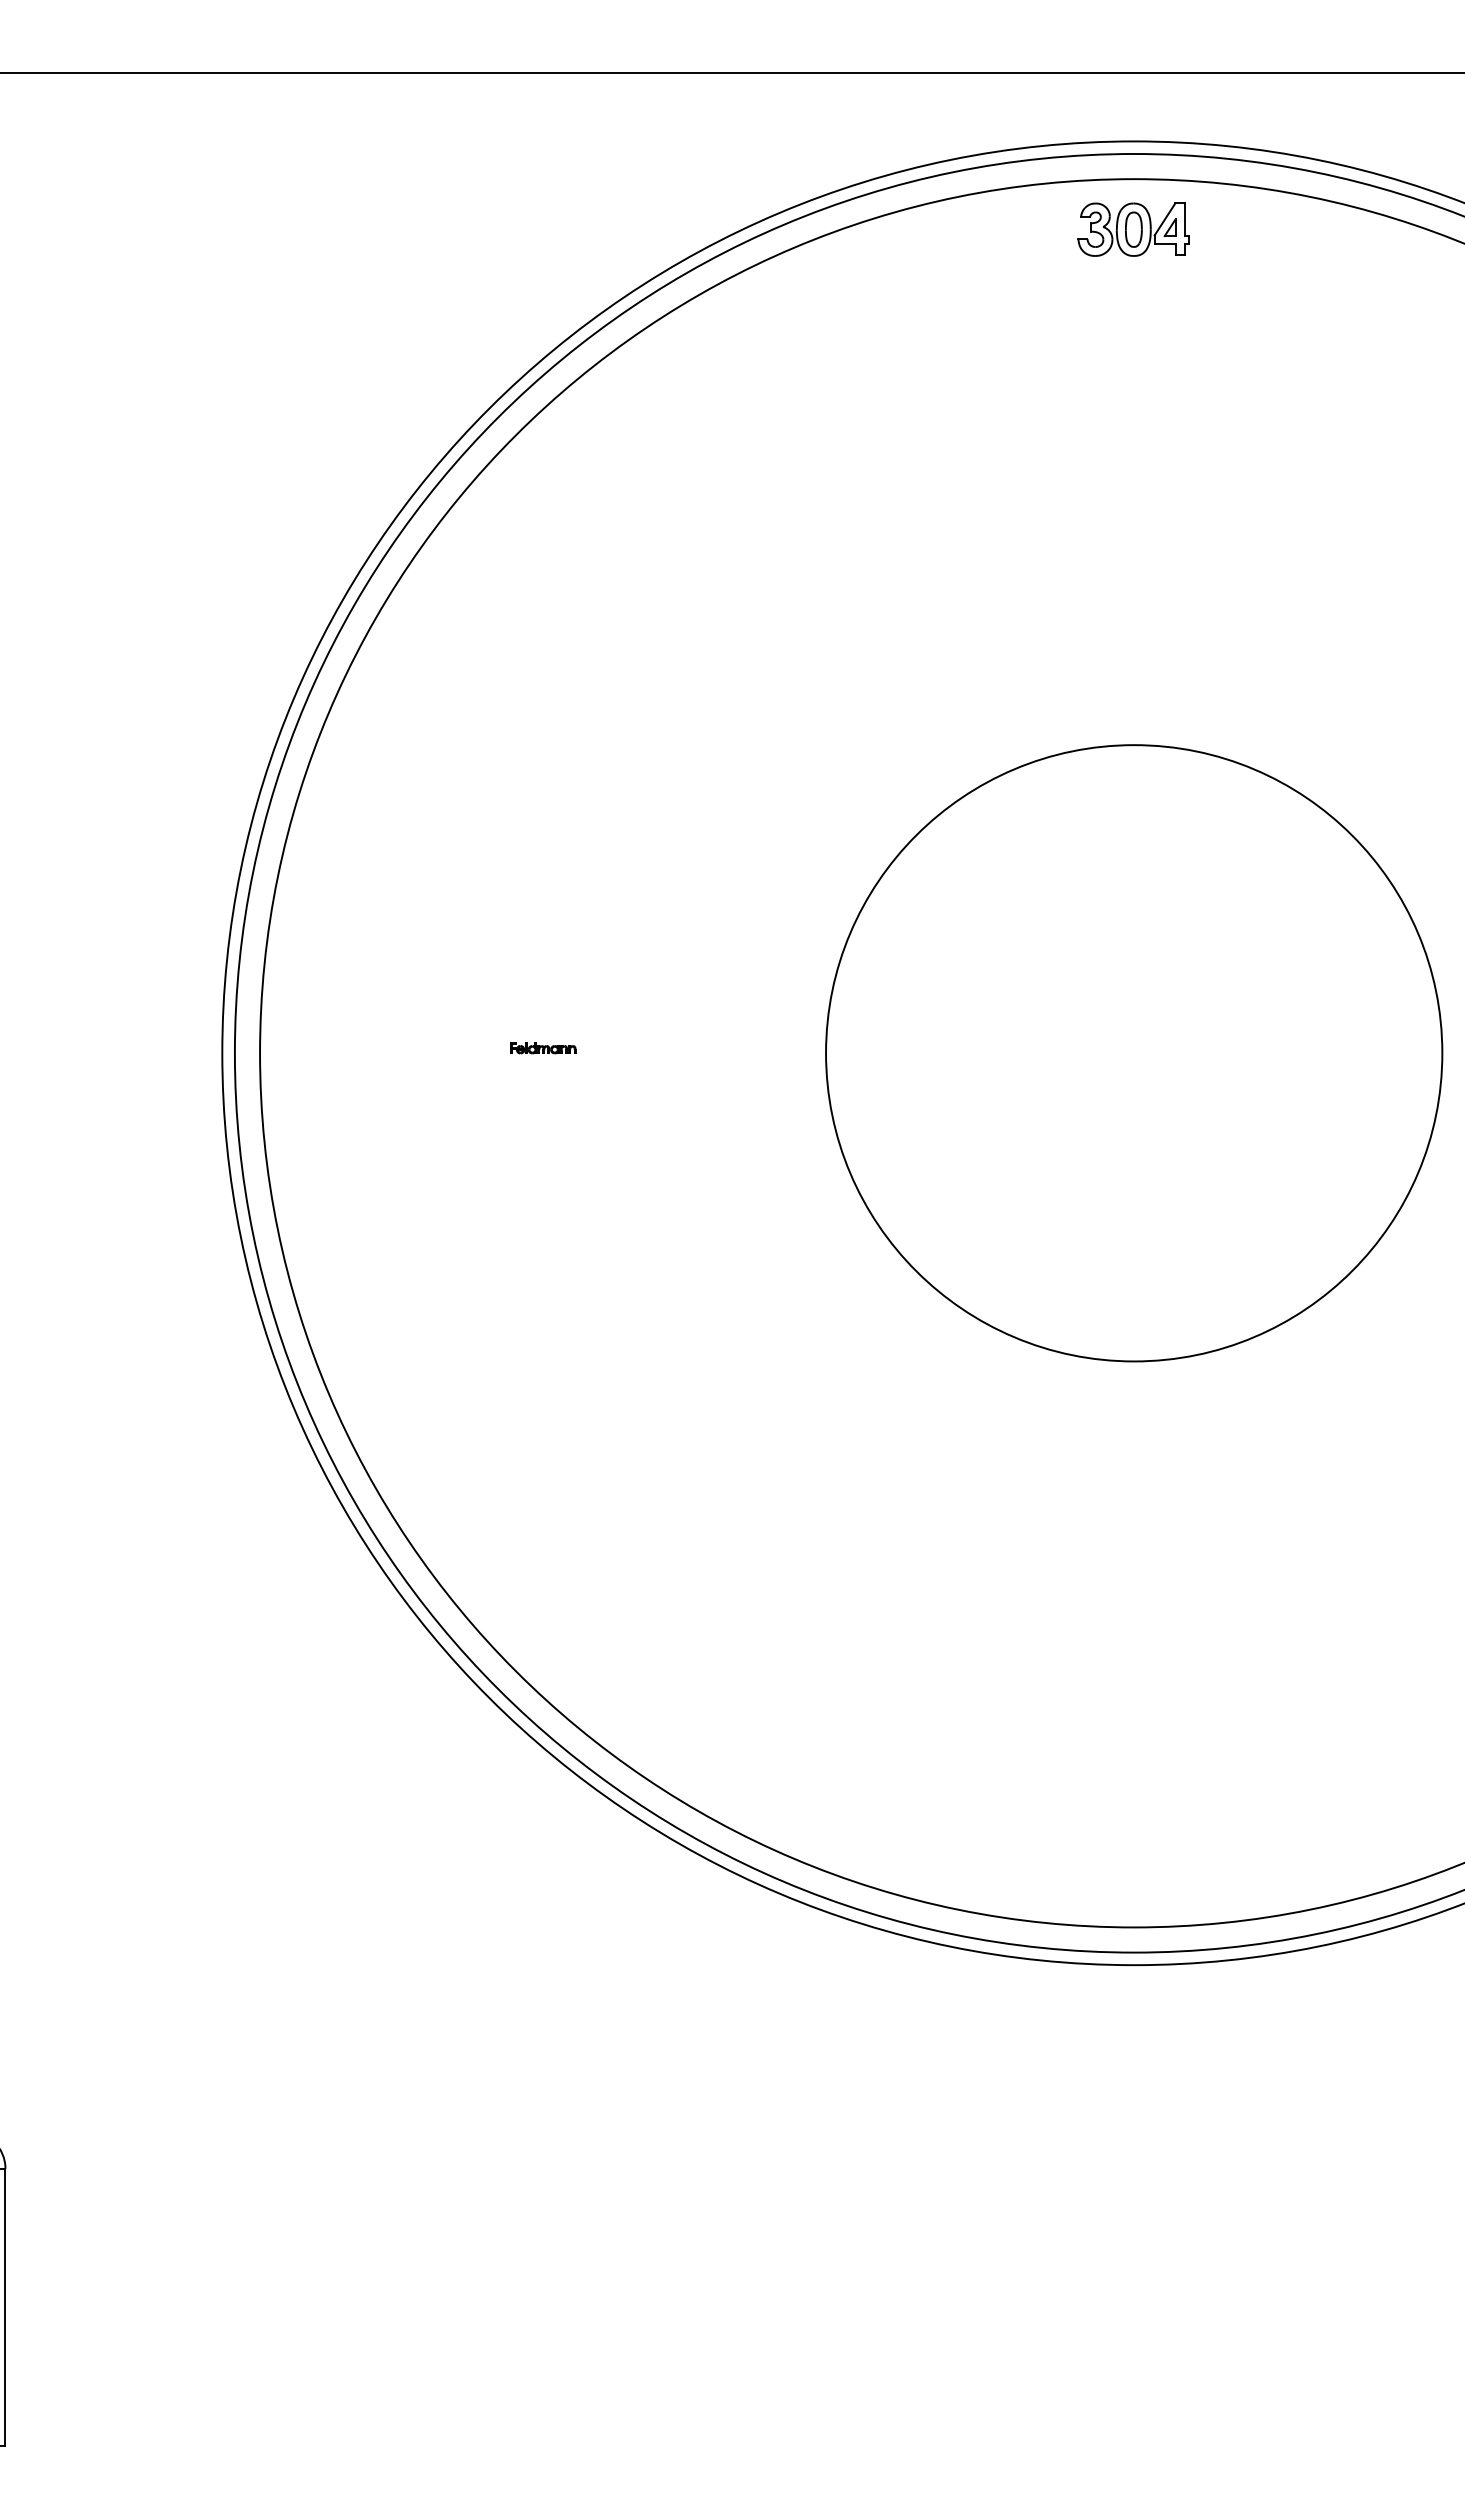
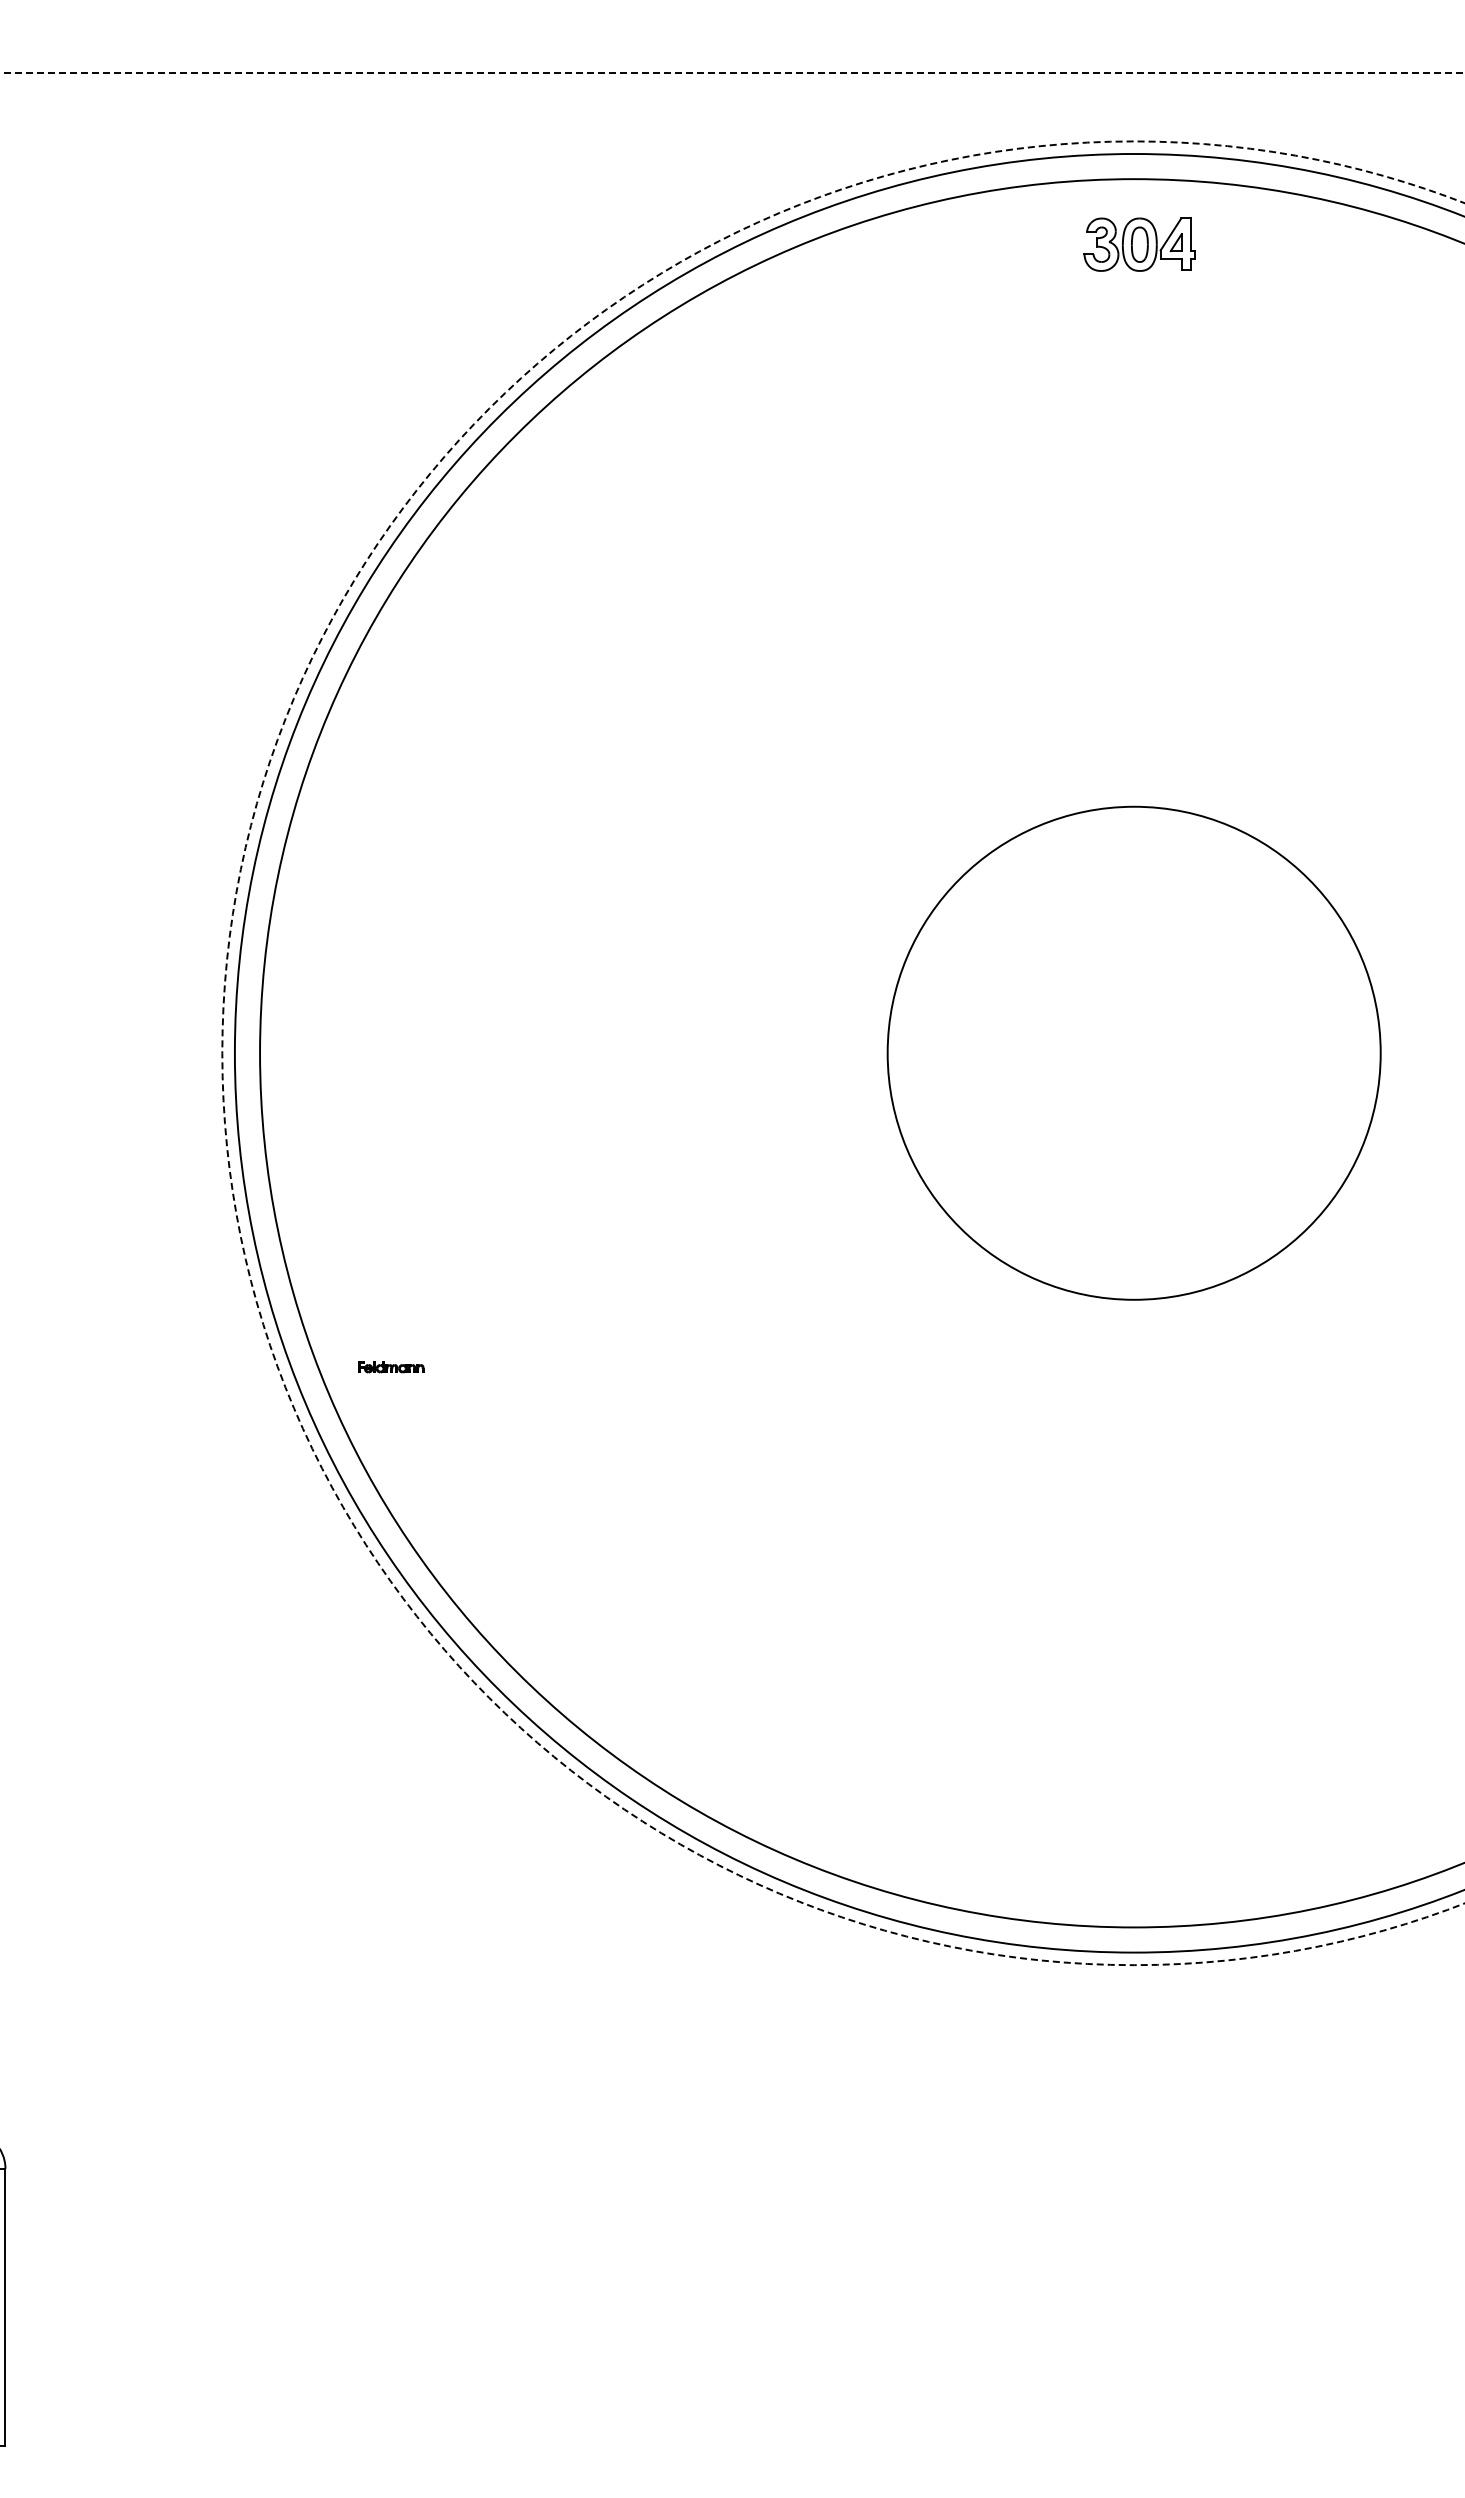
line at (732, 73): solid -> dashed
part at (1133, 229) position: (1133, 229) -> (1139, 244)
part at (543, 1048) position: (543, 1048) -> (391, 1367)
circle at (843, 1053): solid -> dashed
circle at (1134, 1053) diameter: 616 px -> 493 px
